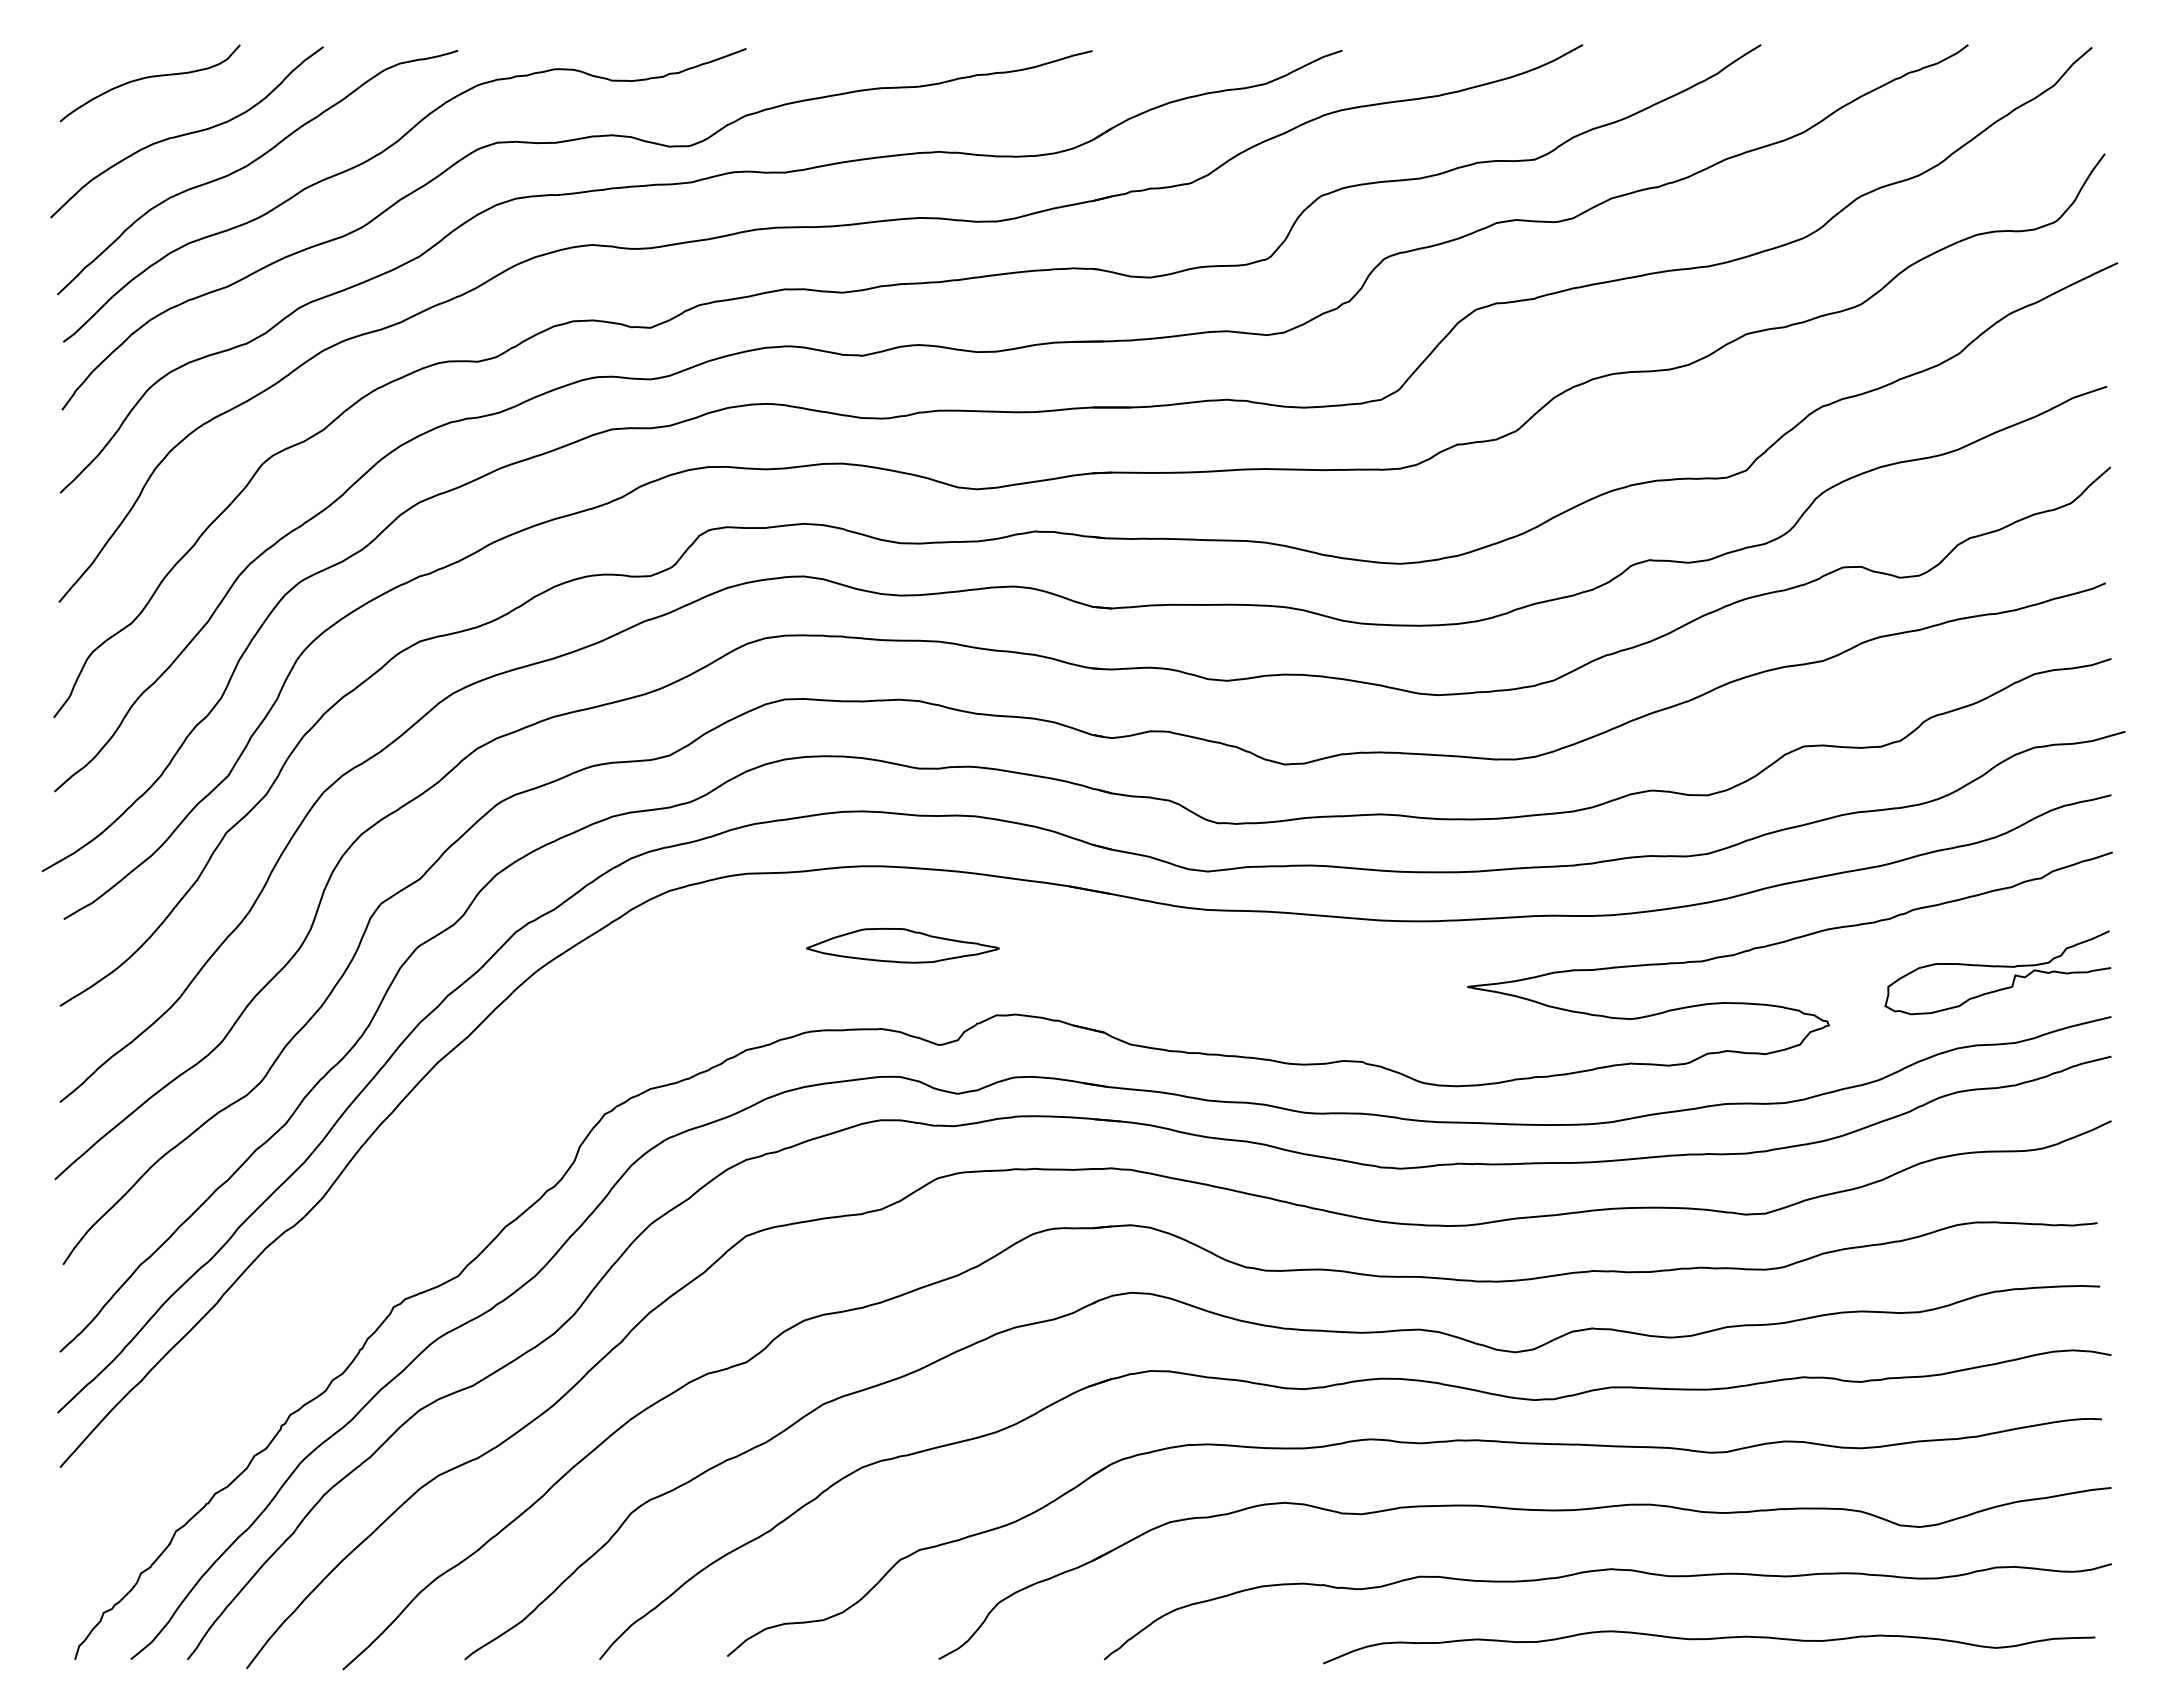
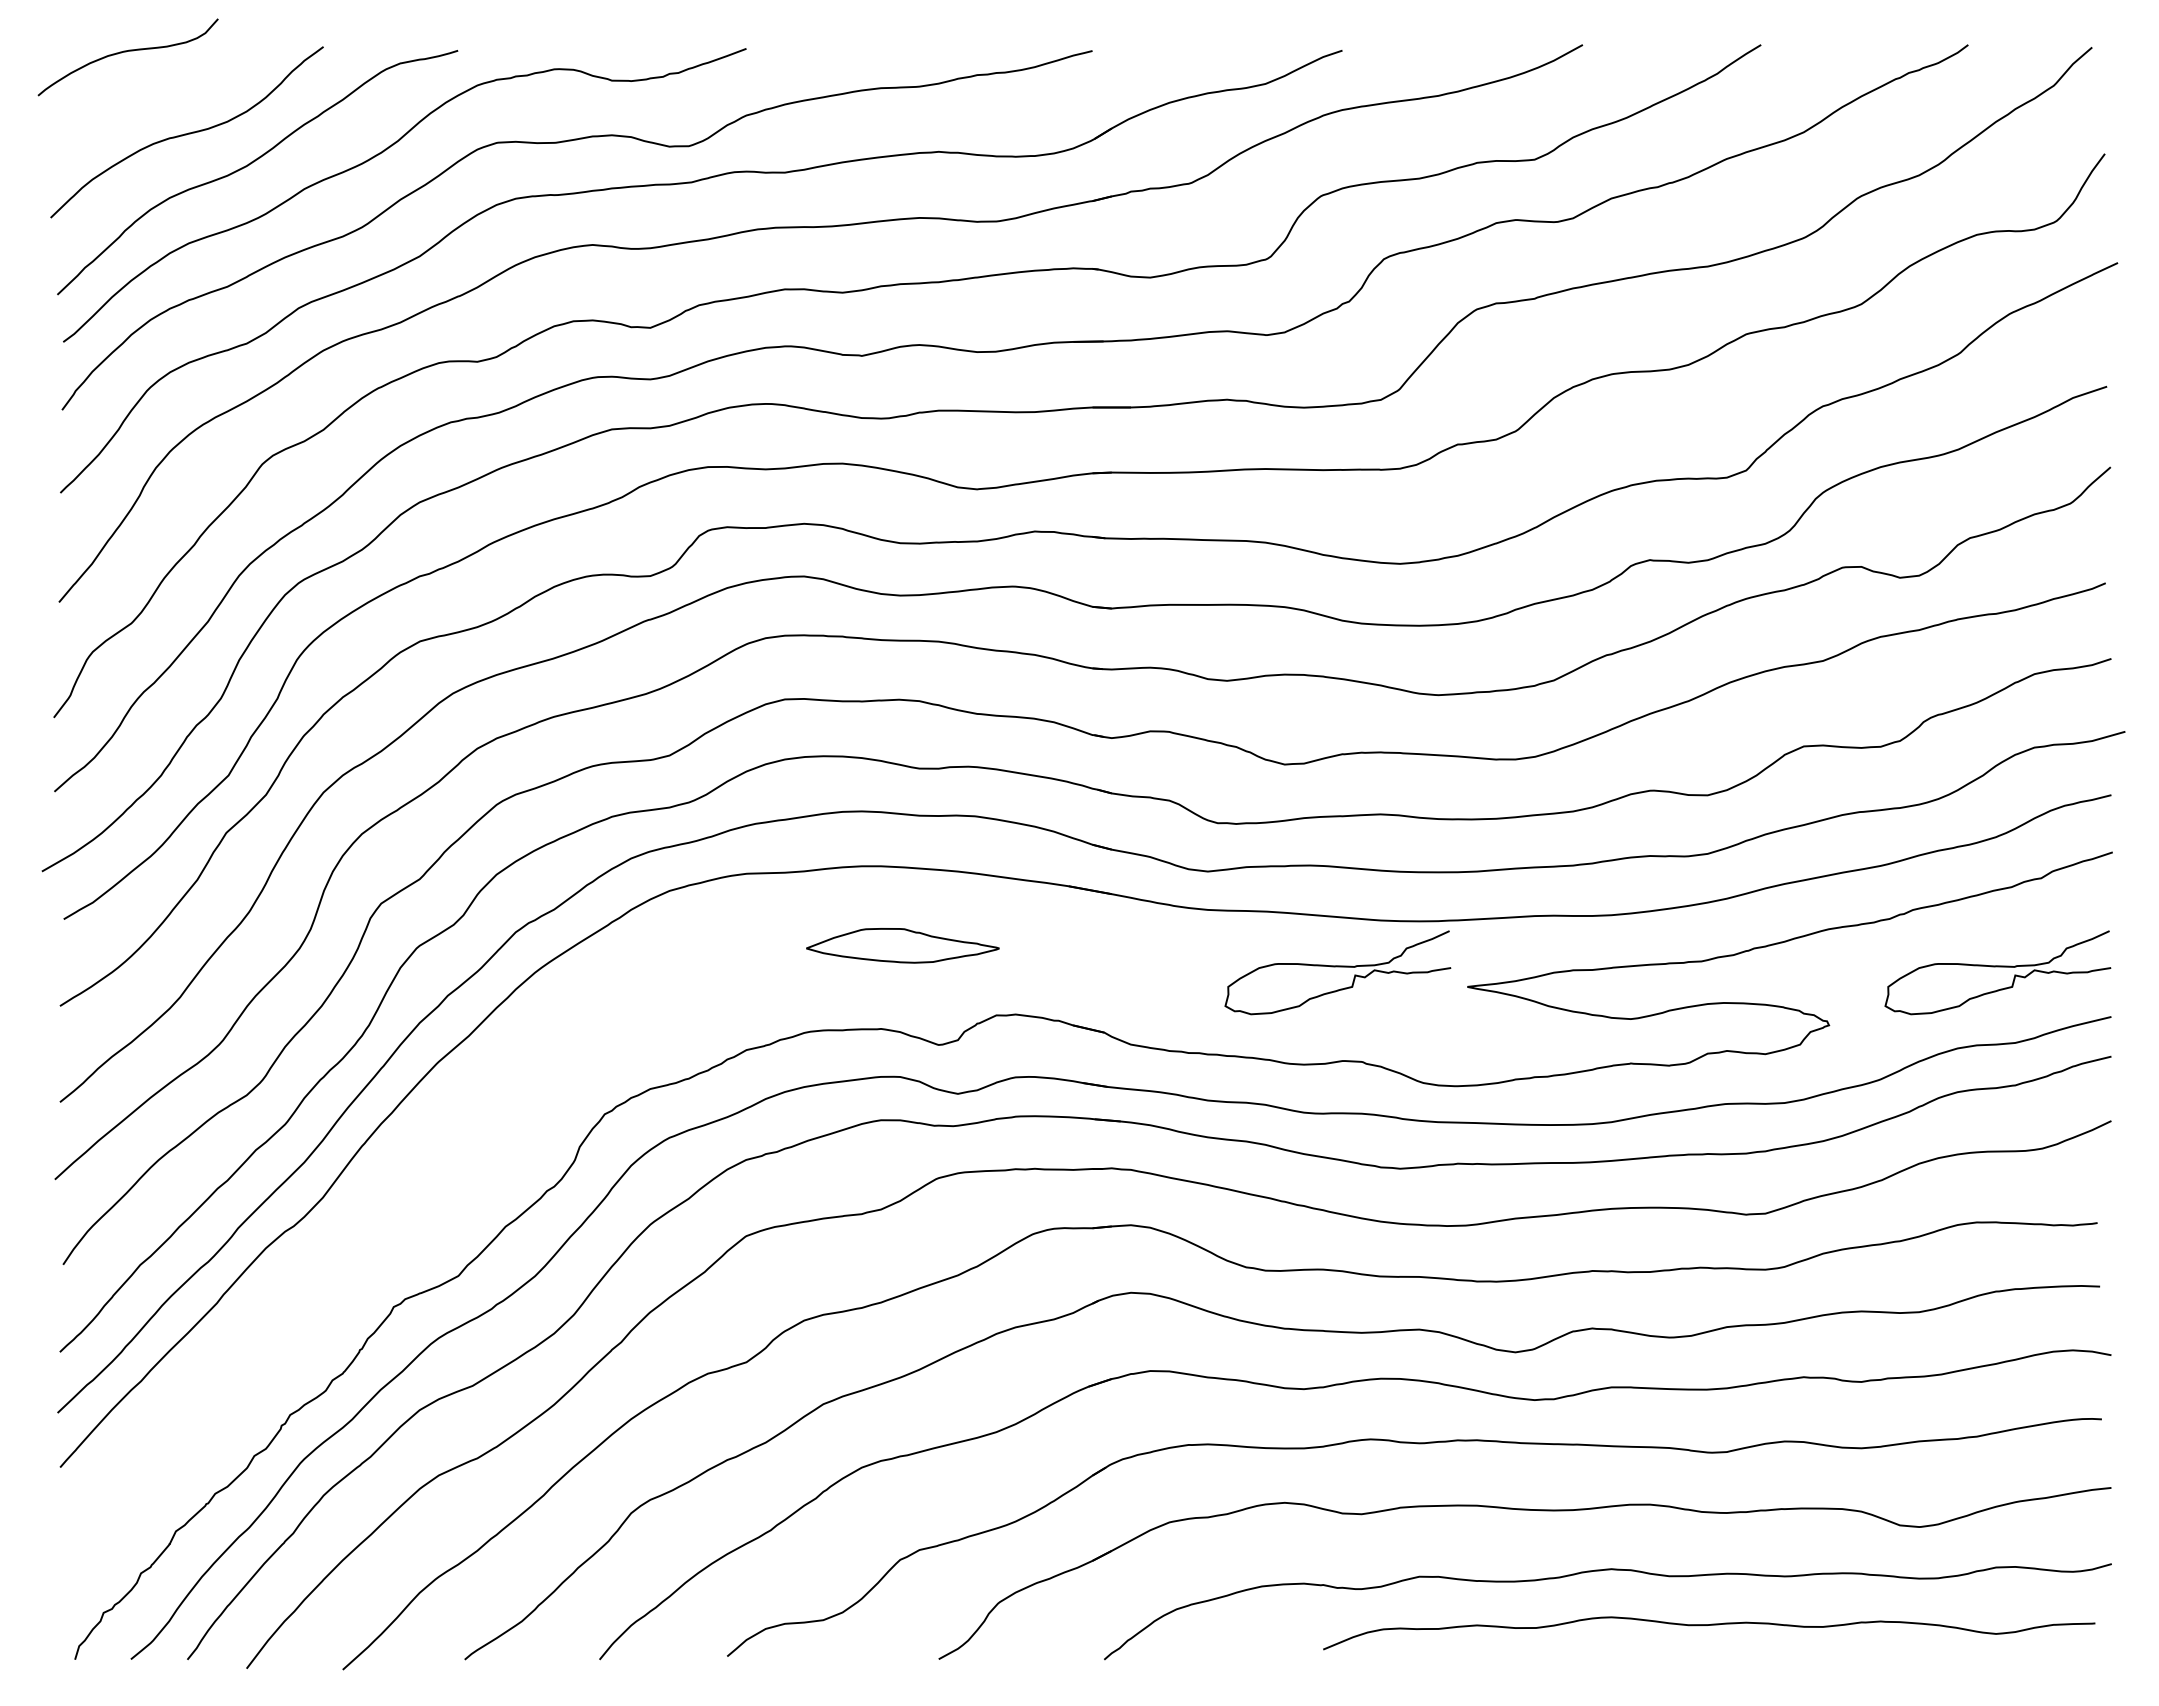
curve at (148, 78) position: (148, 78) -> (126, 52)
curve at (1337, 967): none -> present
curve at (1709, 1639) position: (1709, 1639) -> (1709, 1625)
